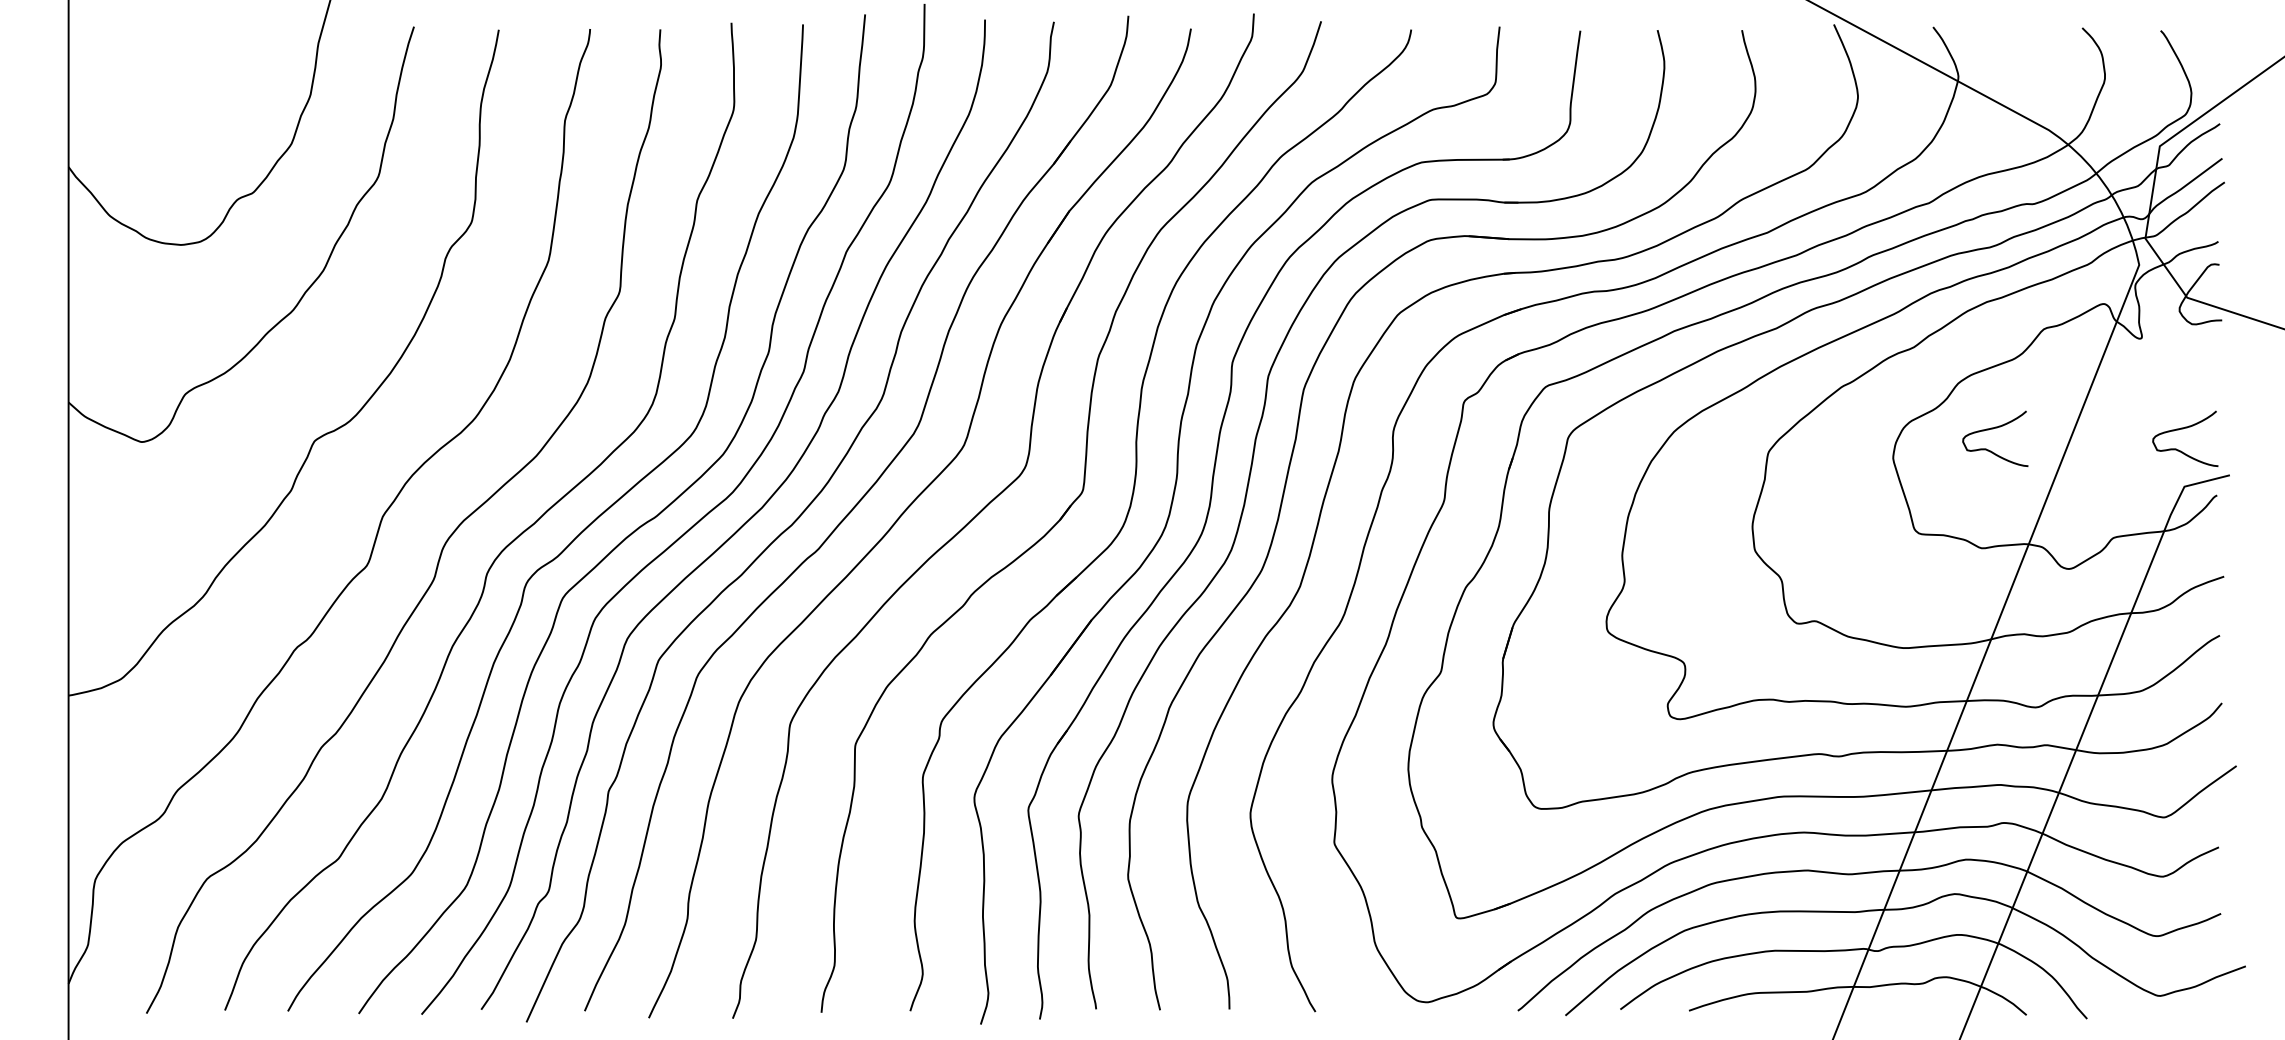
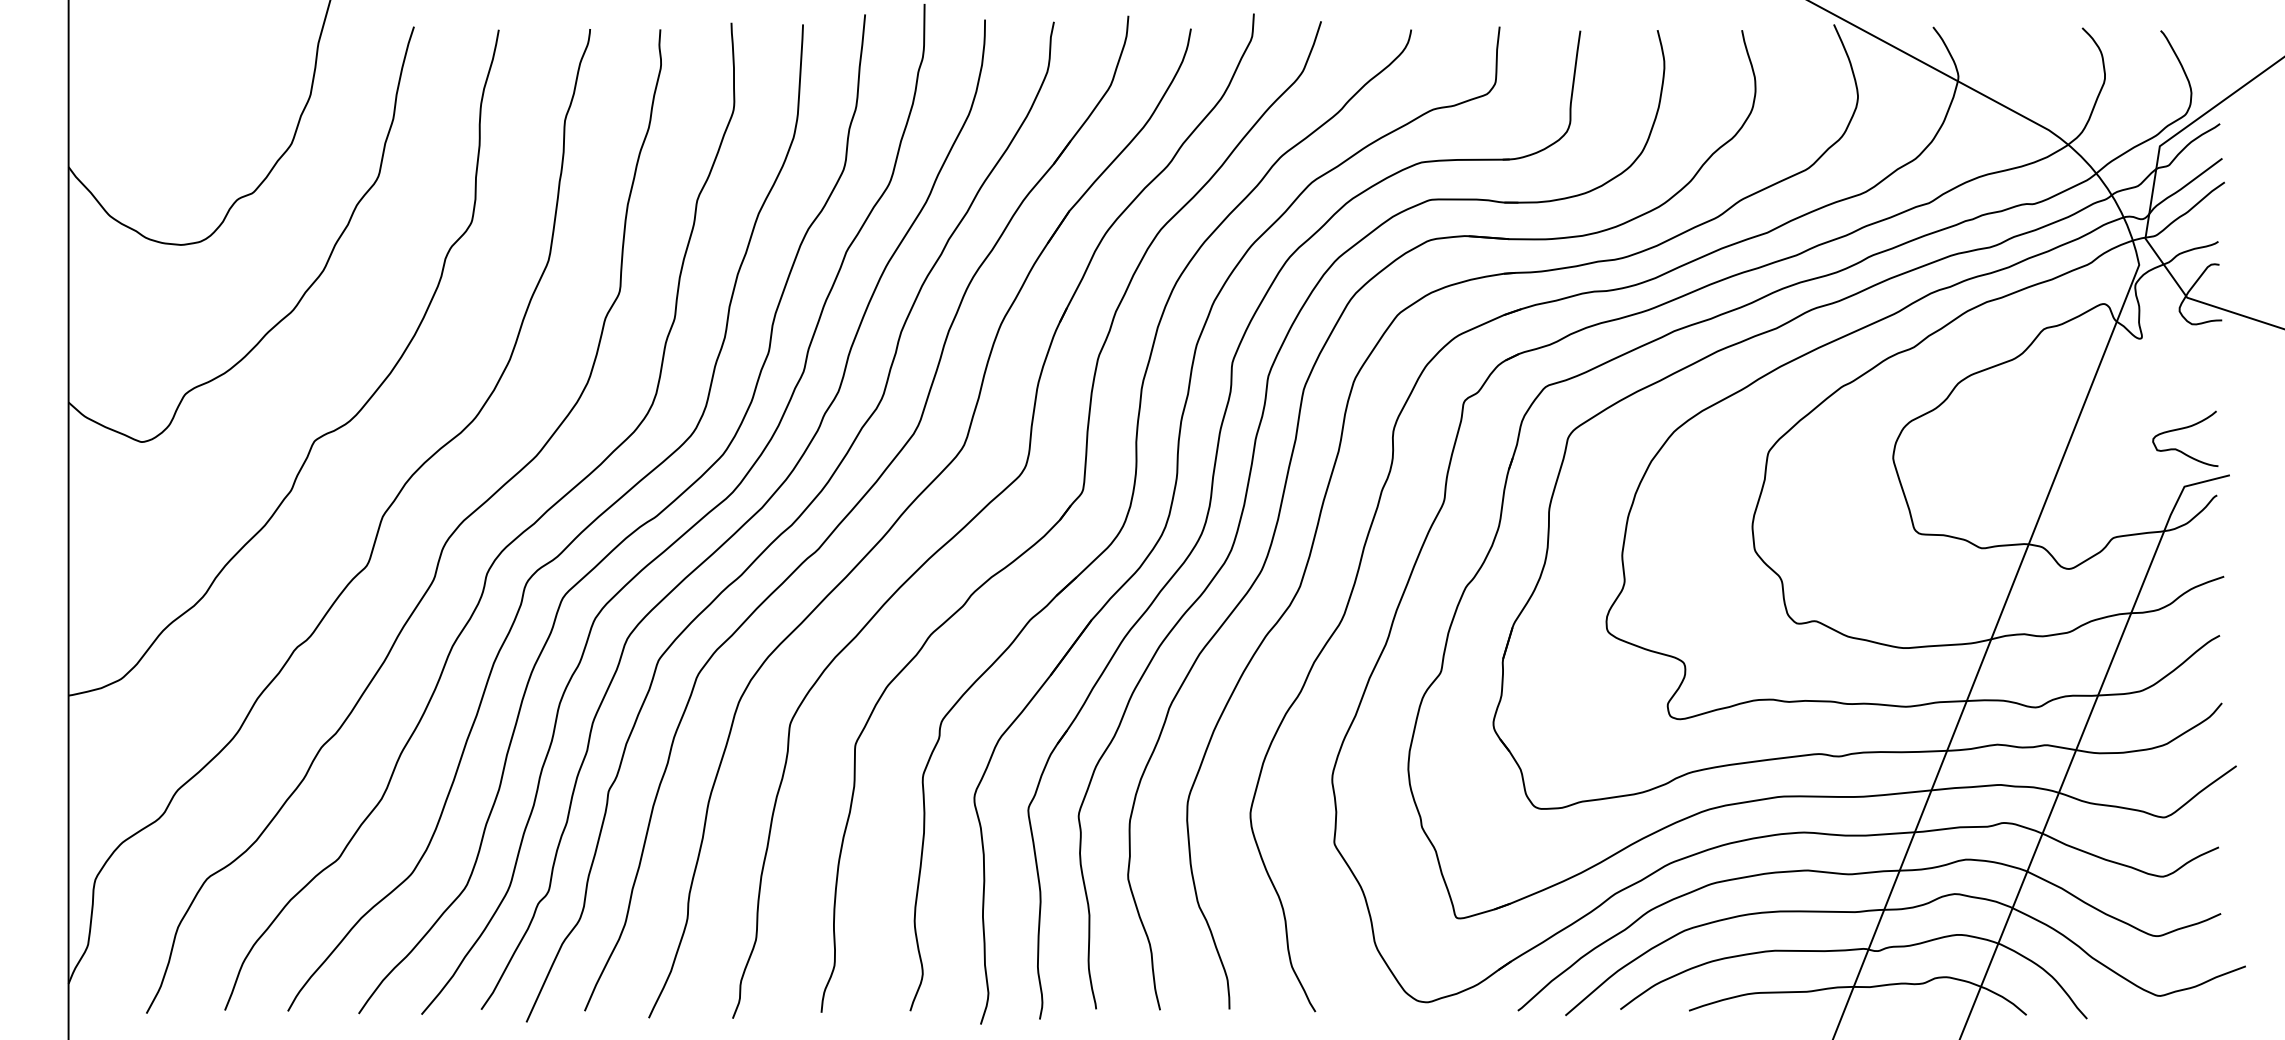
curve at (1993, 429): present -> none
